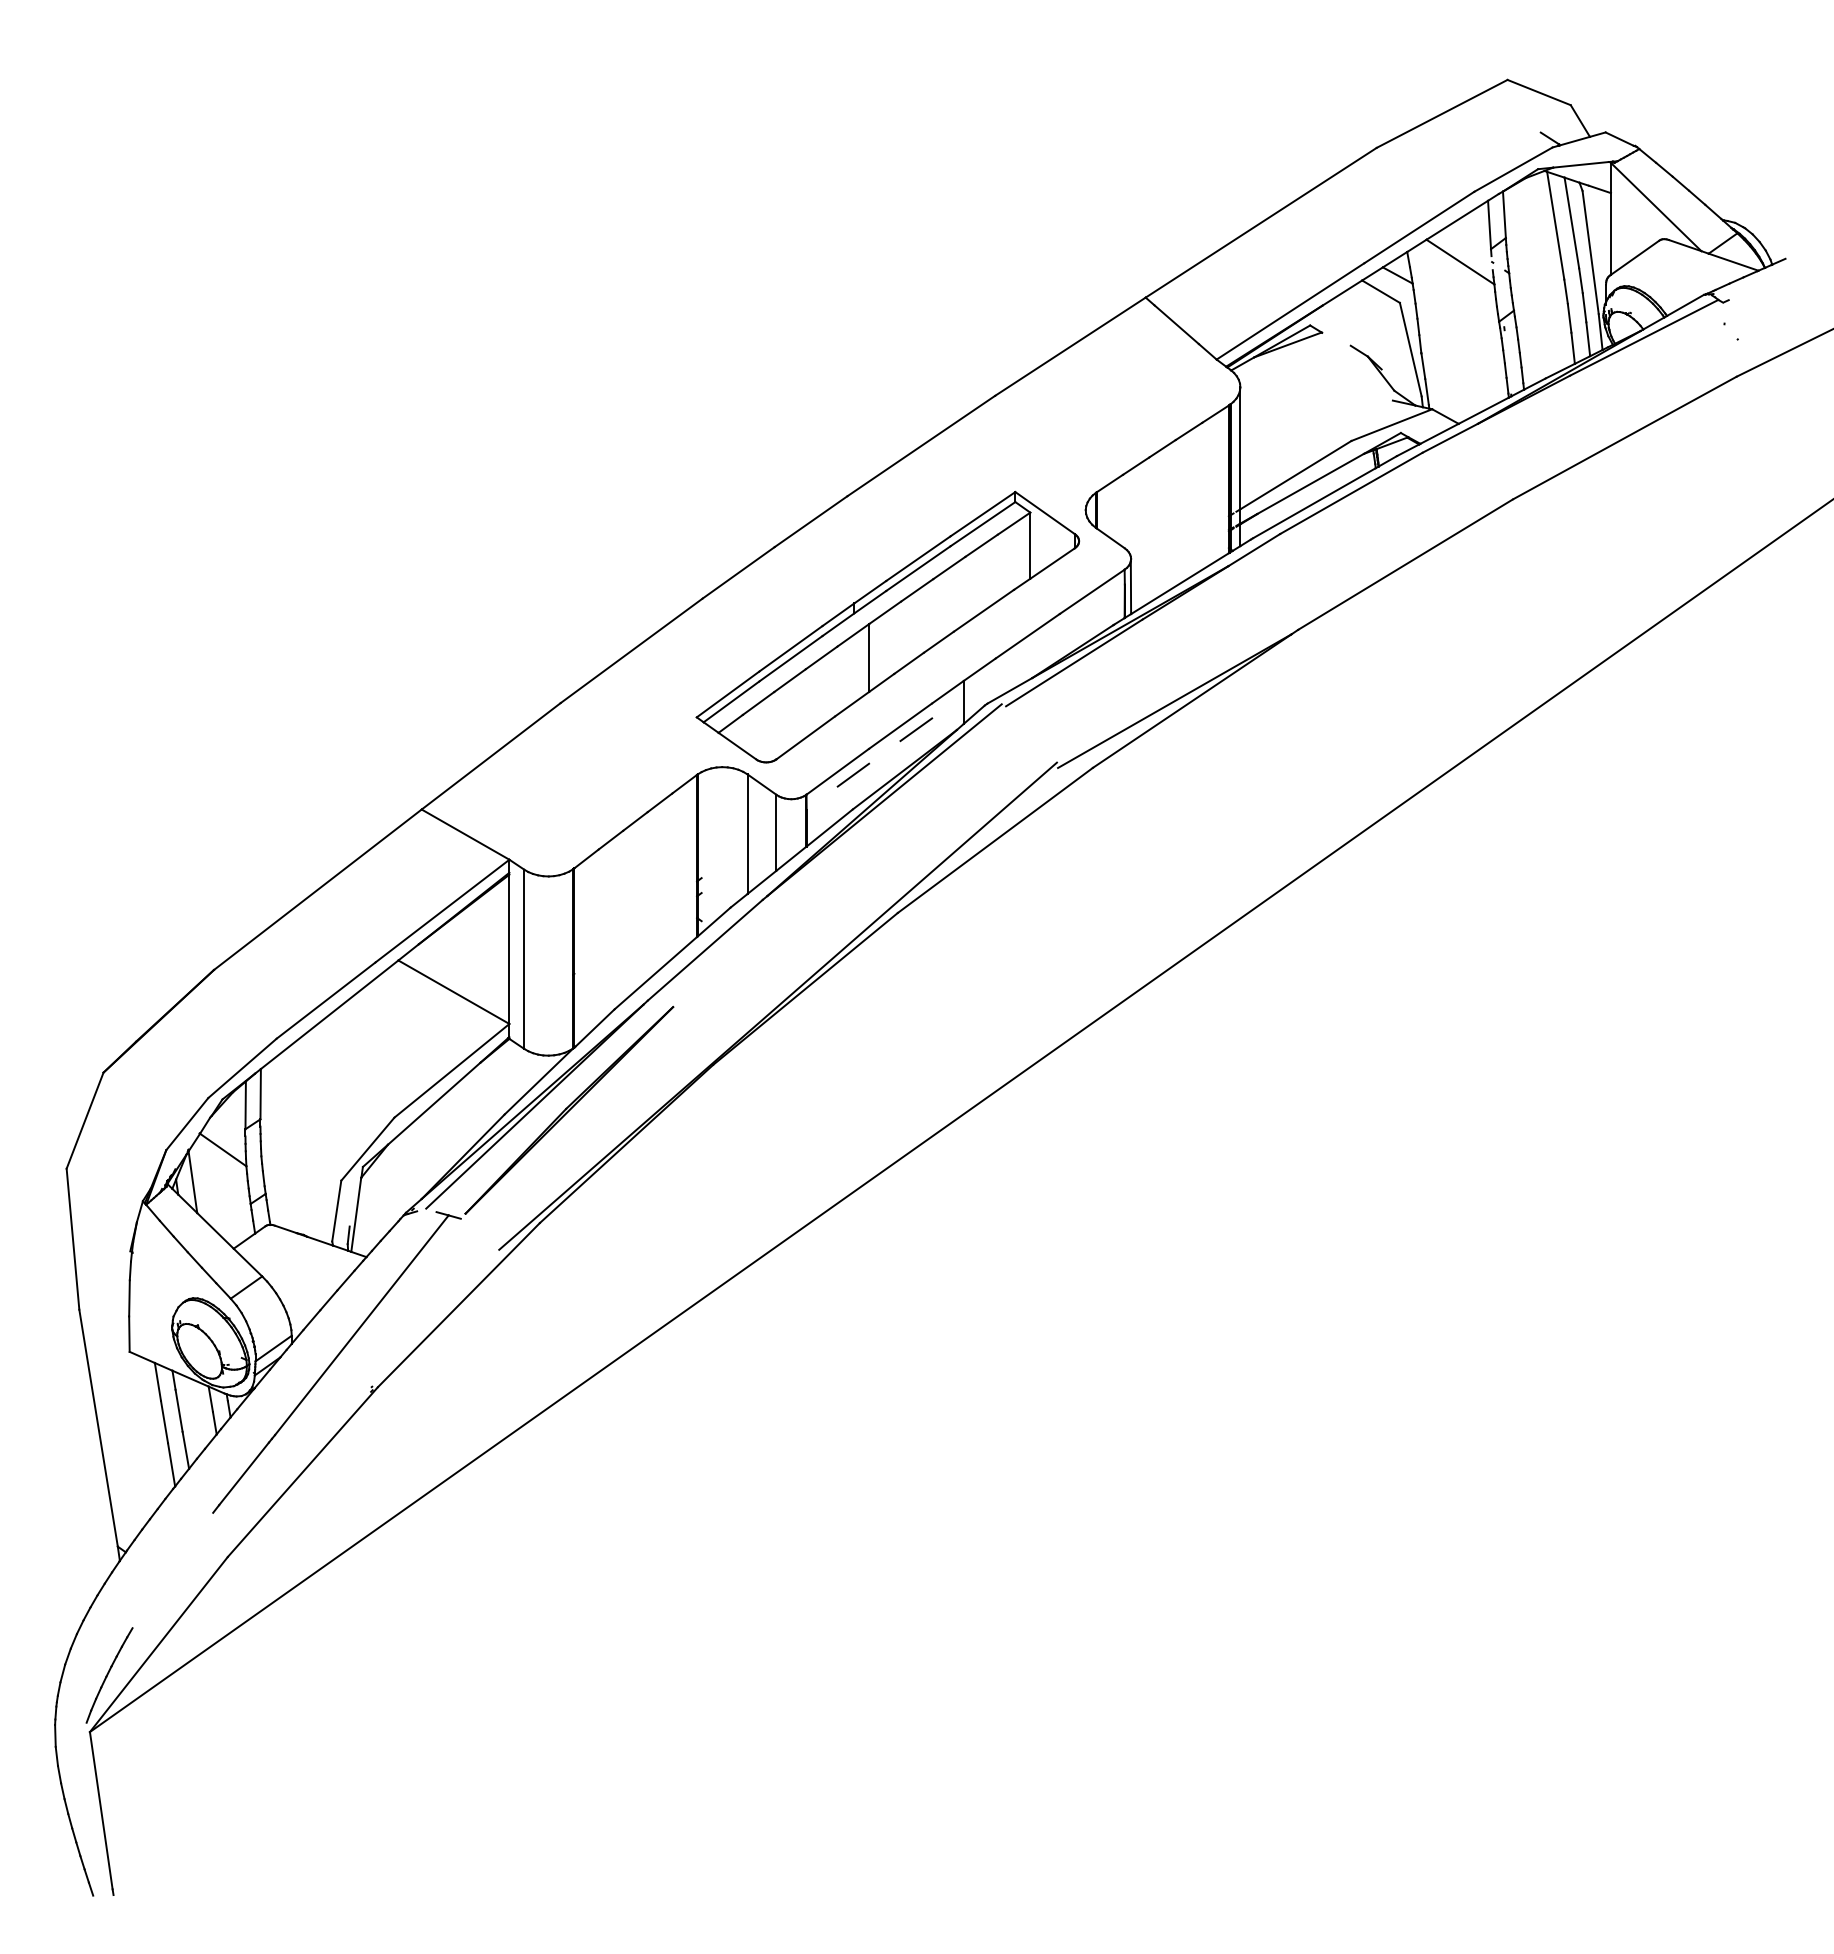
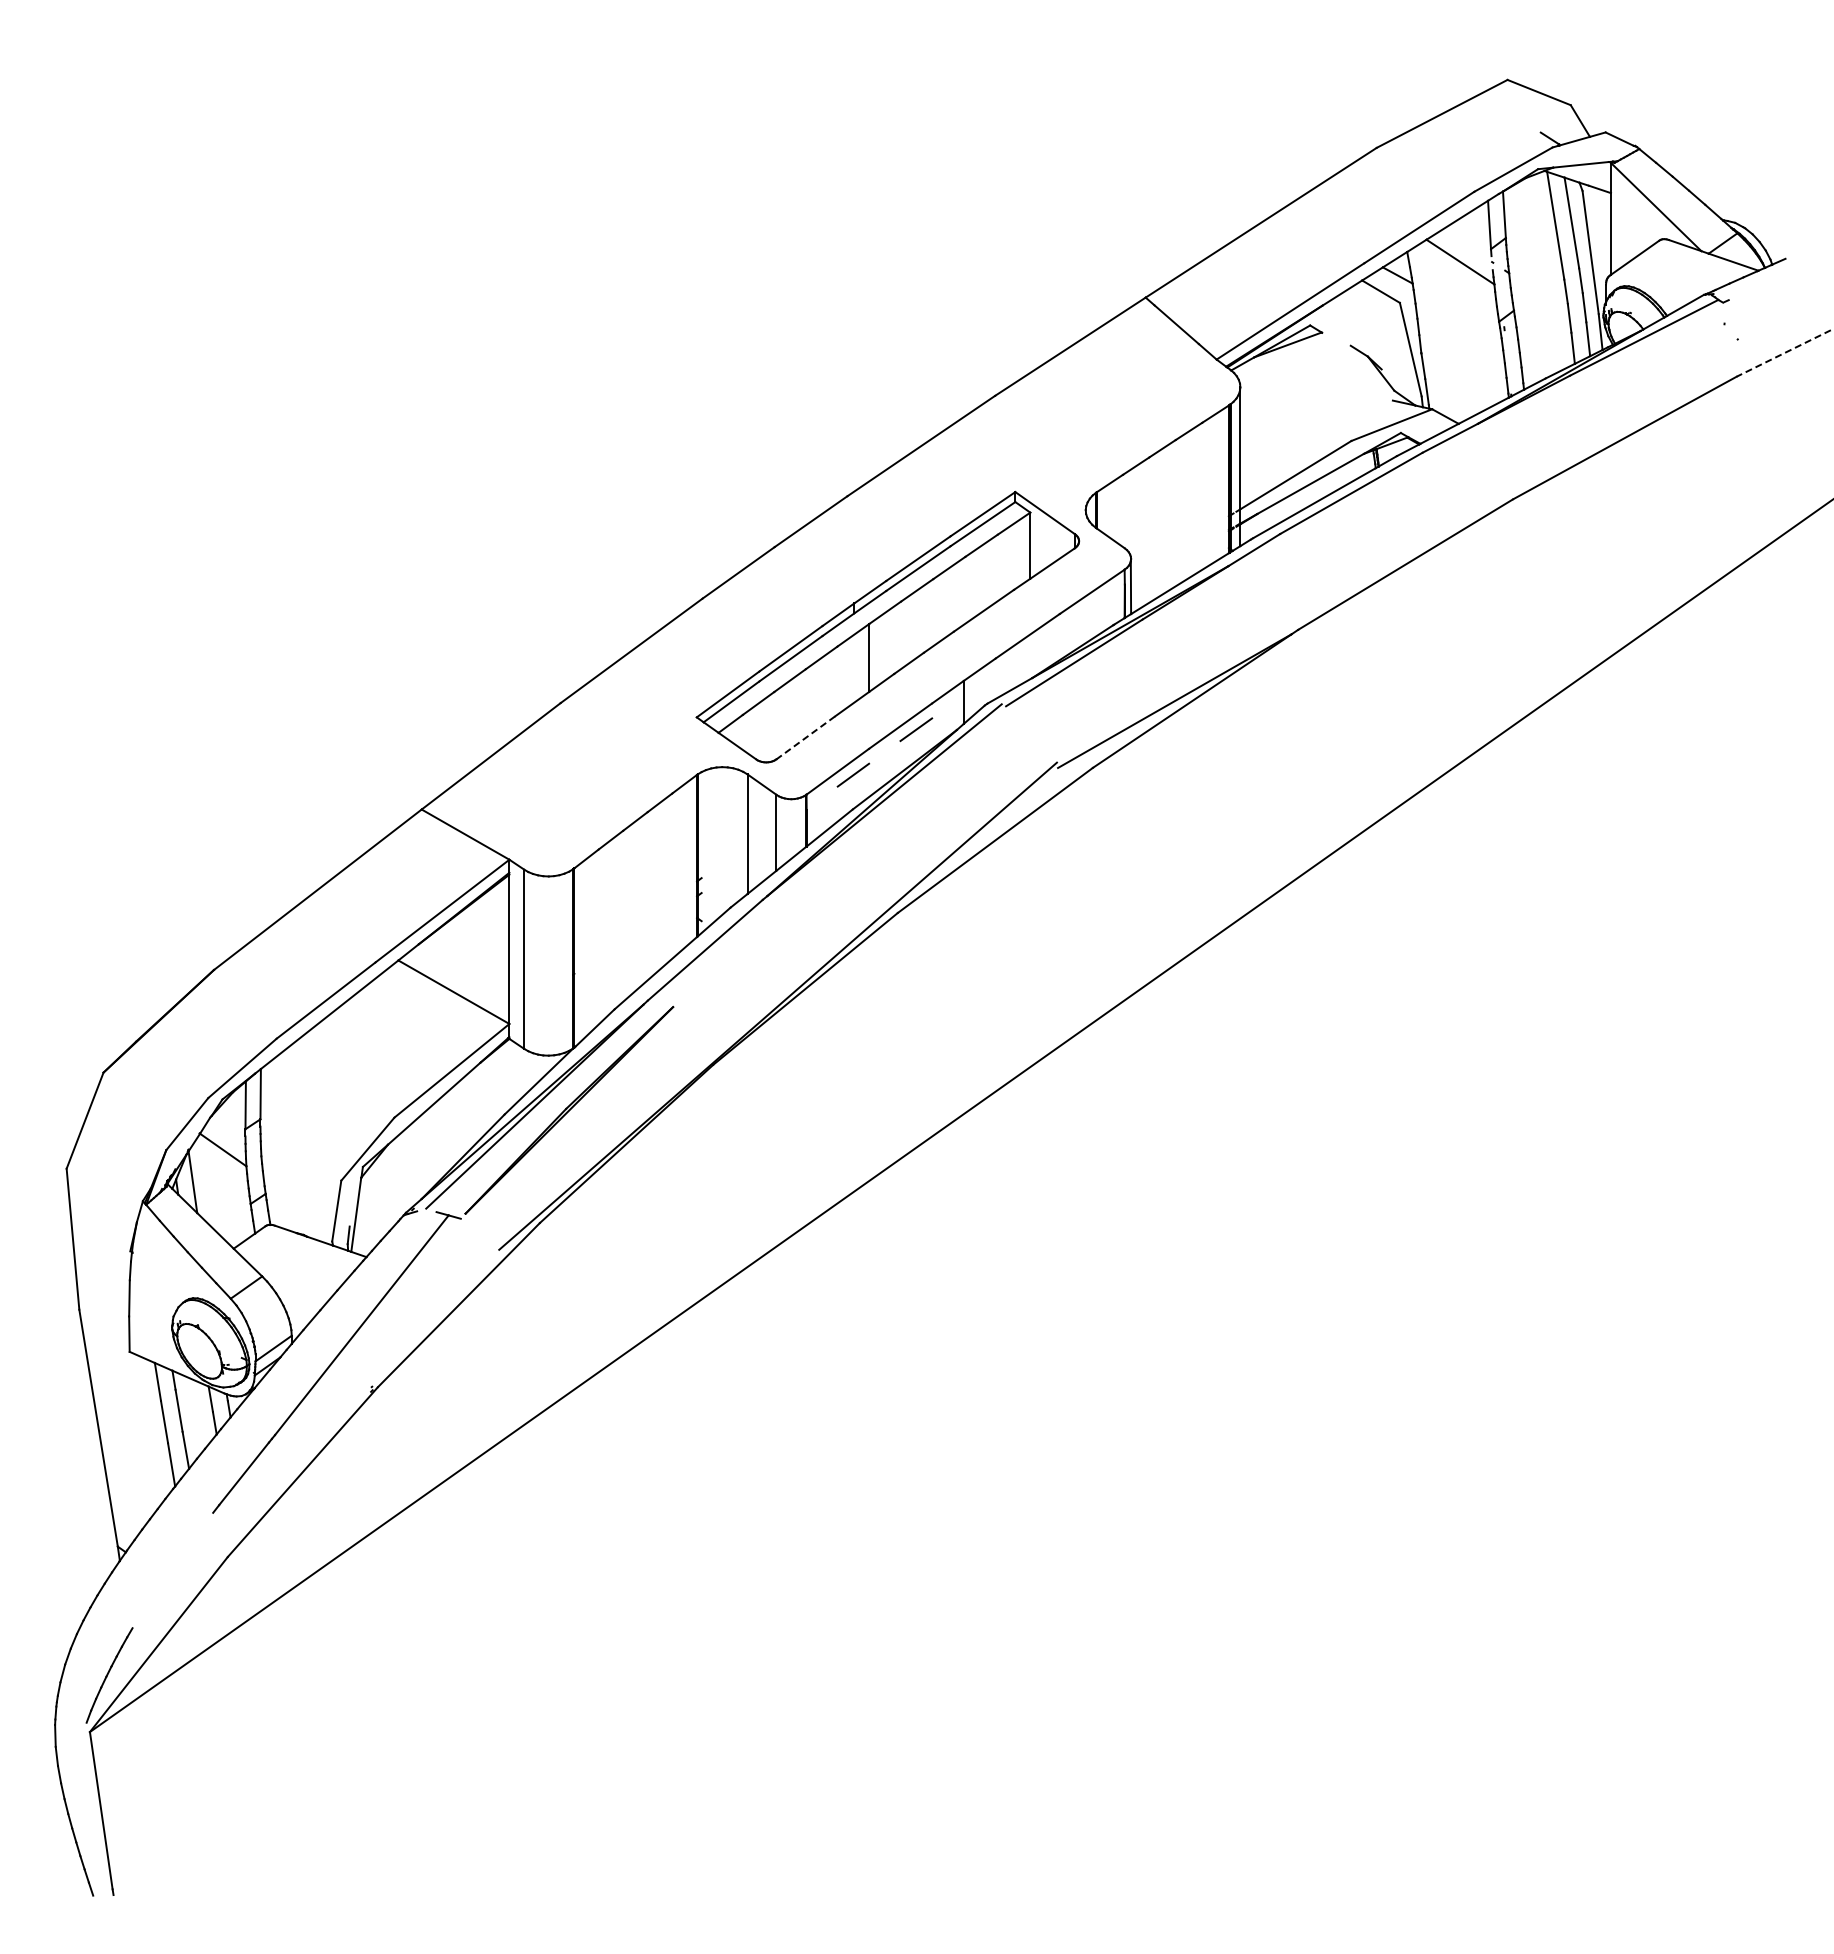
line at (1785, 352): solid -> dashed
line at (805, 738): solid -> dashed
